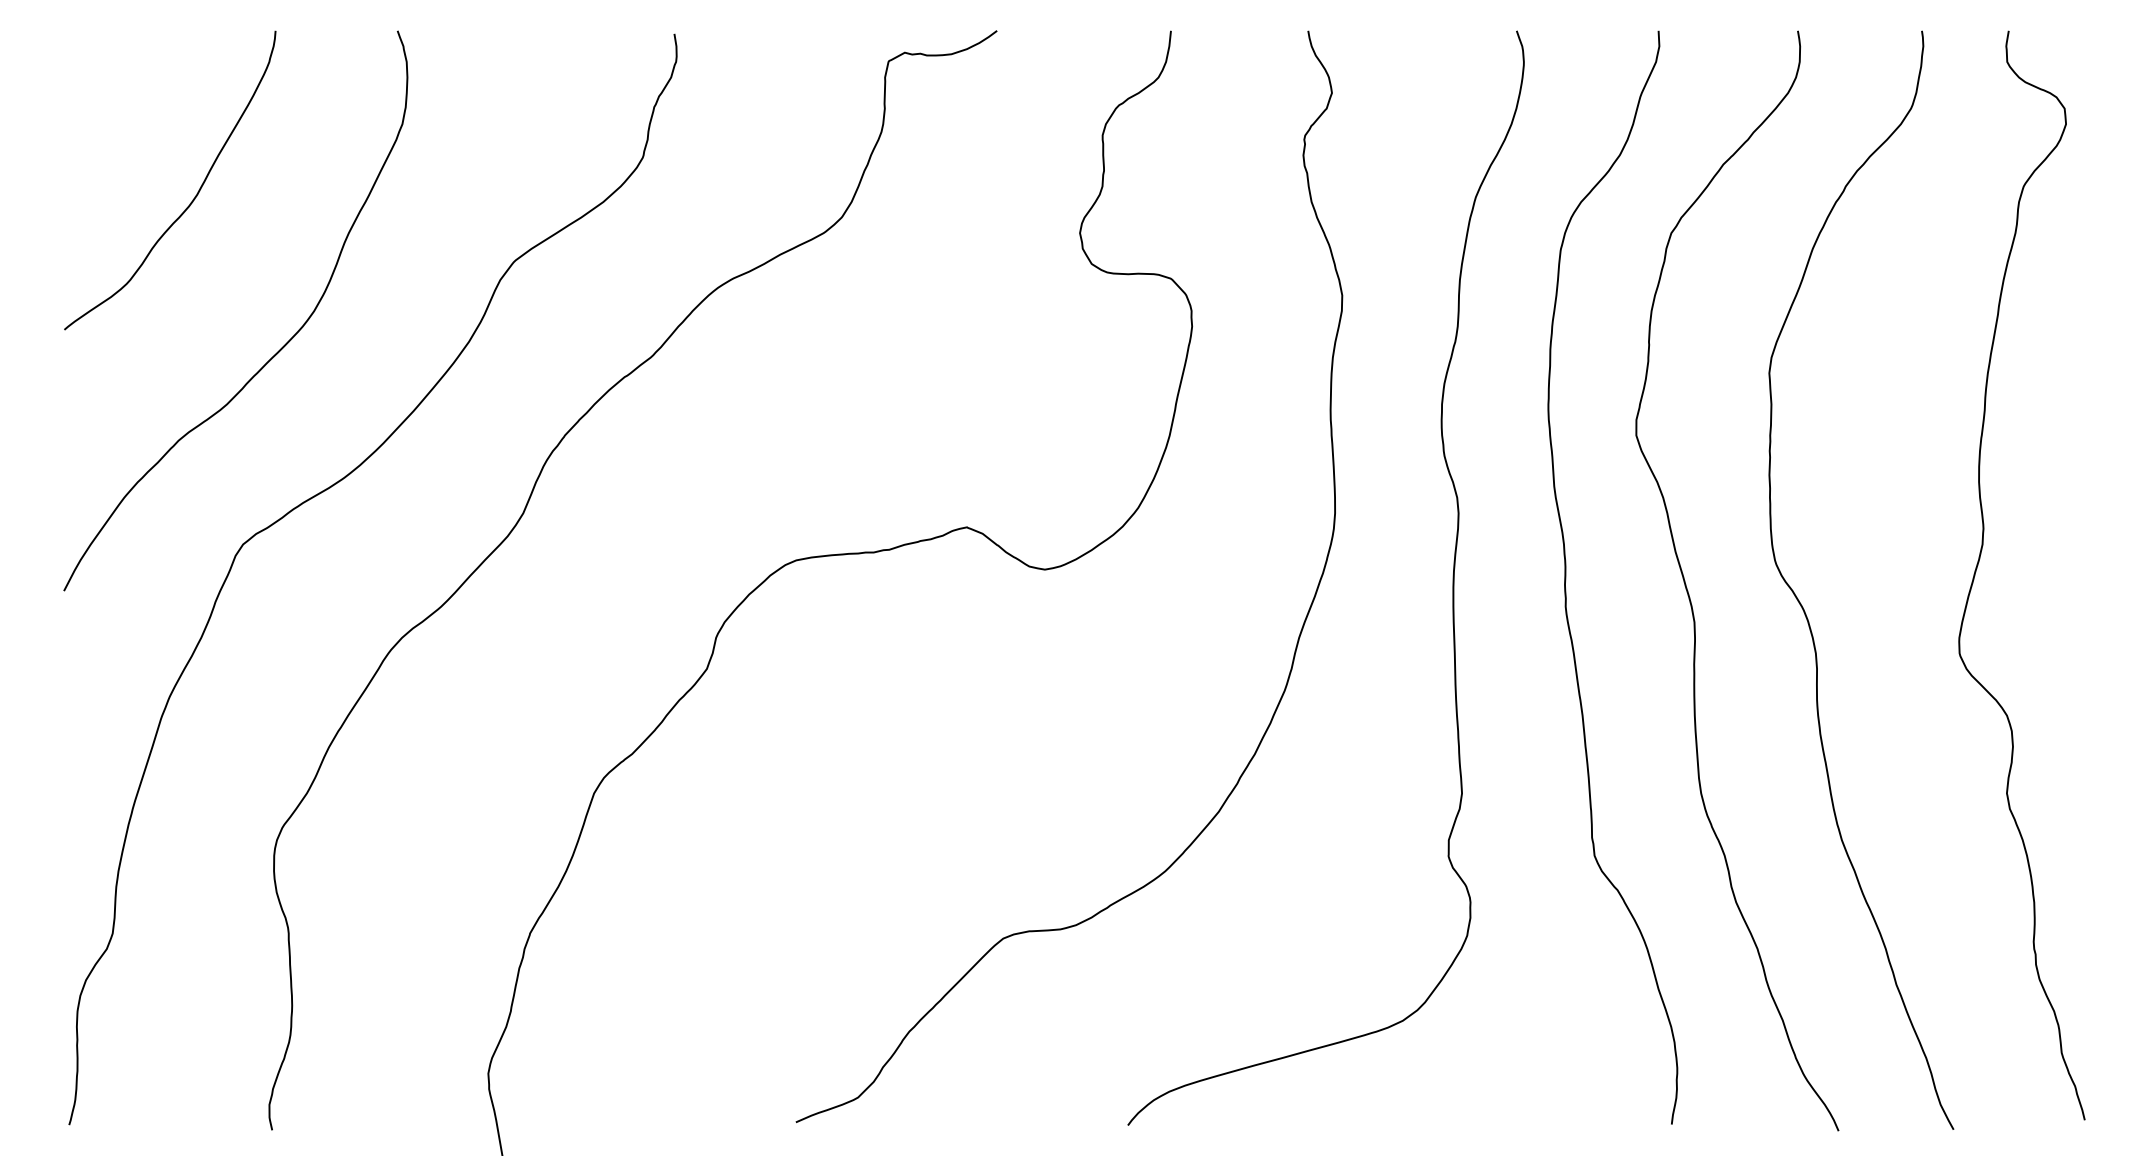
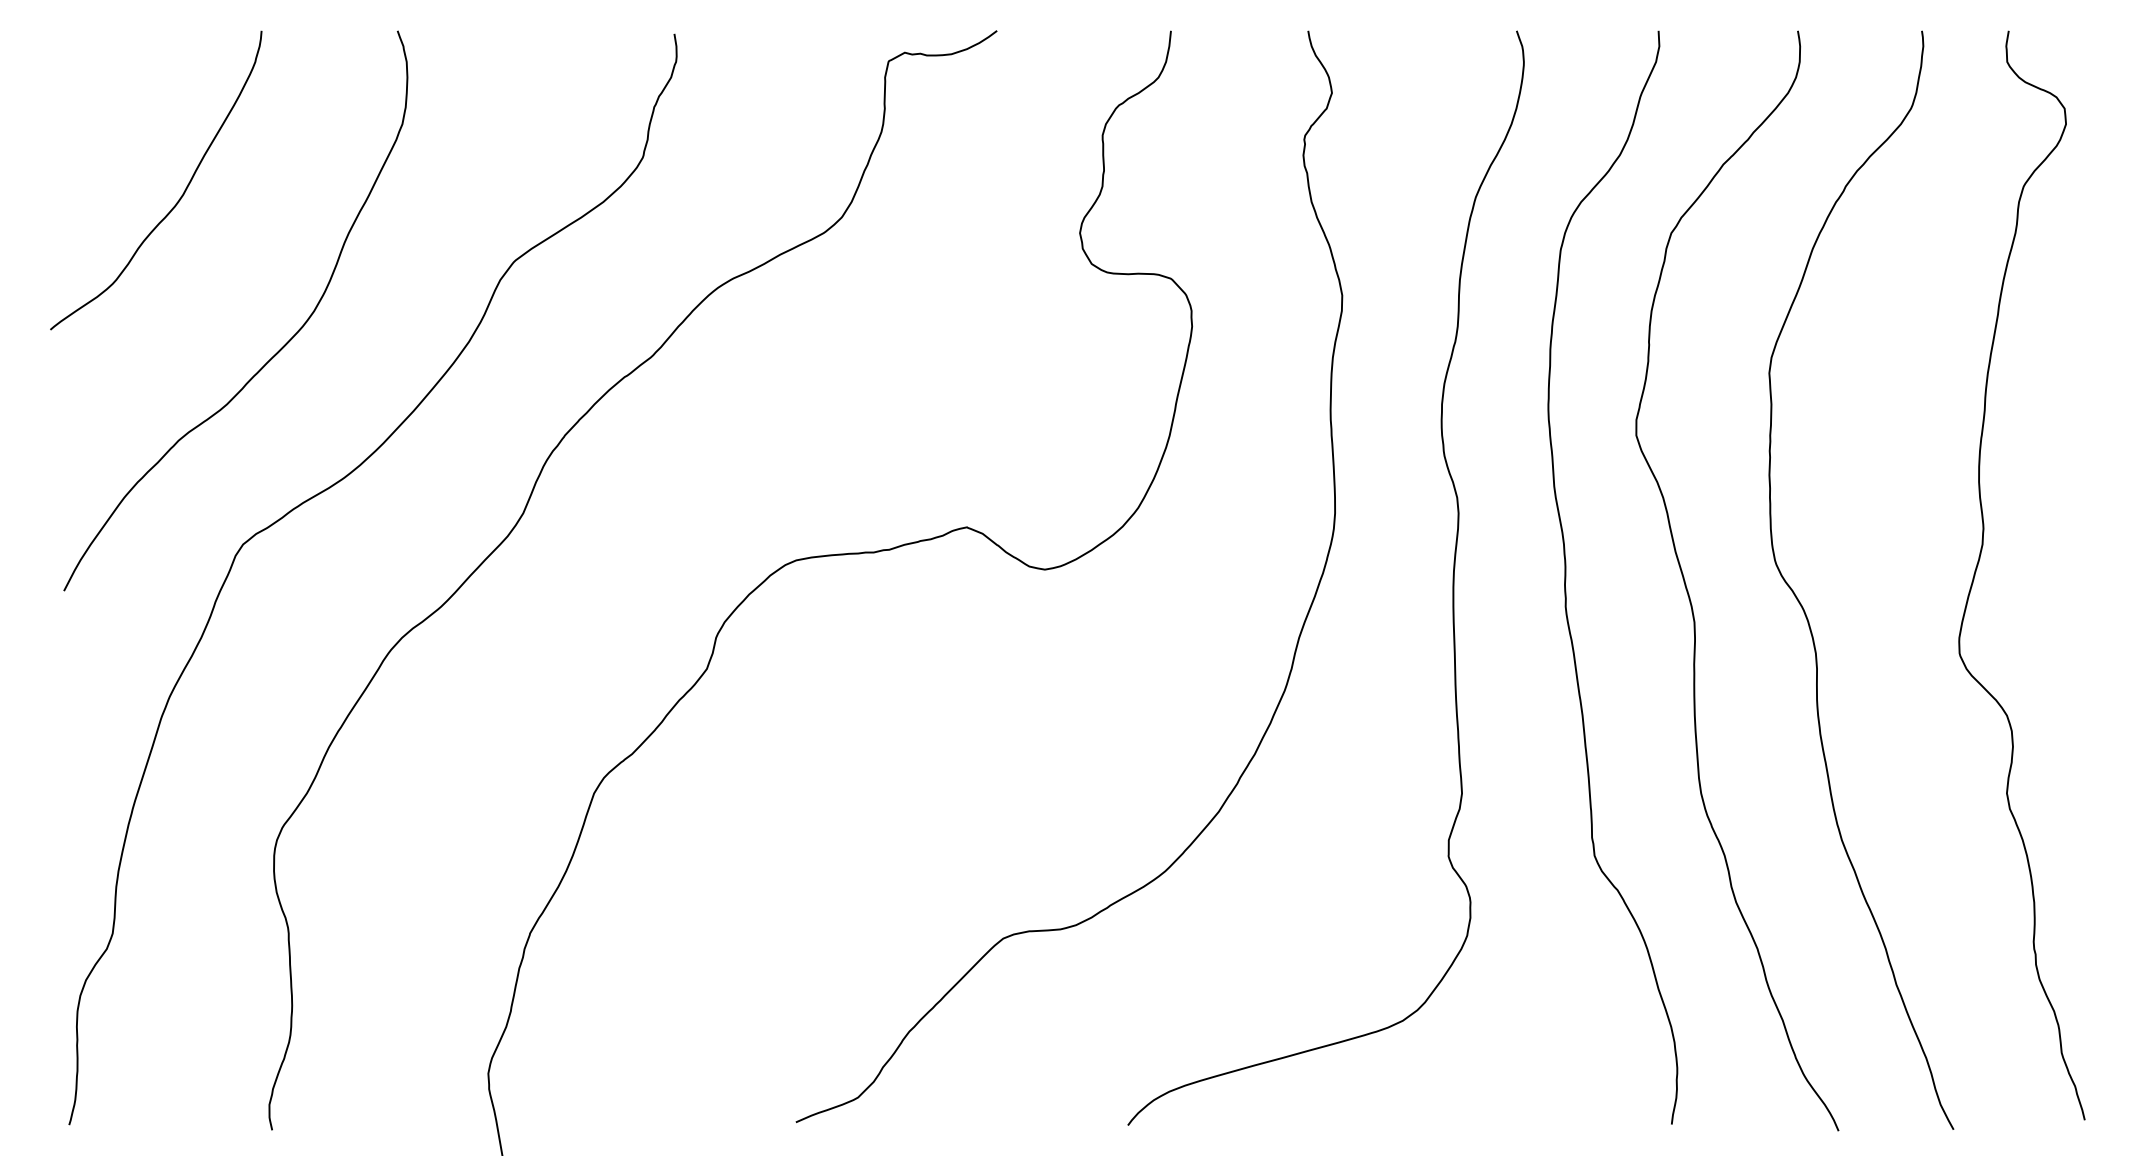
curve at (194, 196) position: (194, 196) -> (180, 196)
